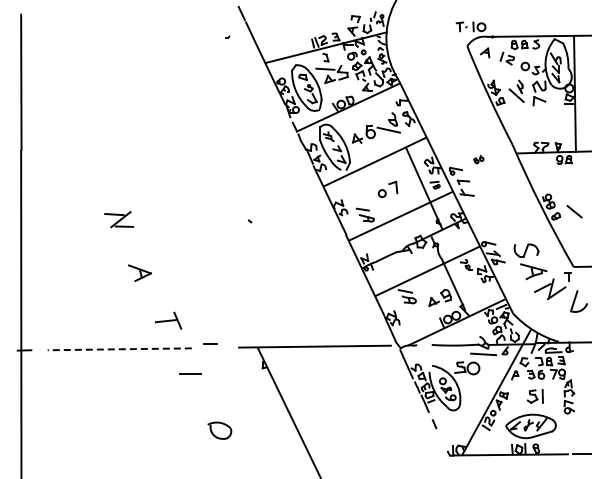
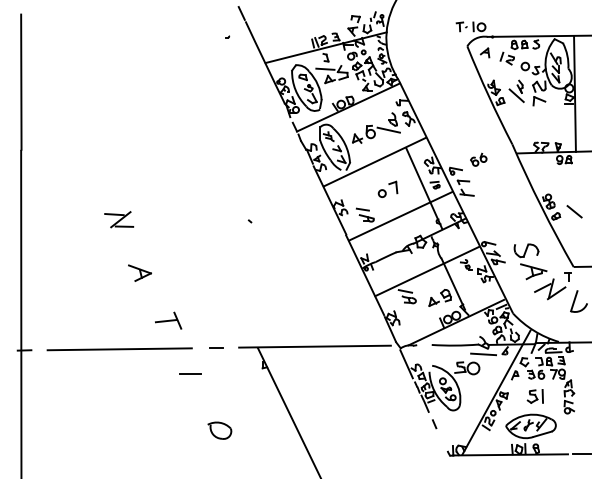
part at (478, 159) size: 12x10 px -> 18x15 px
line at (210, 343) position: (210, 343) -> (216, 347)
line at (119, 349): dashed -> solid
